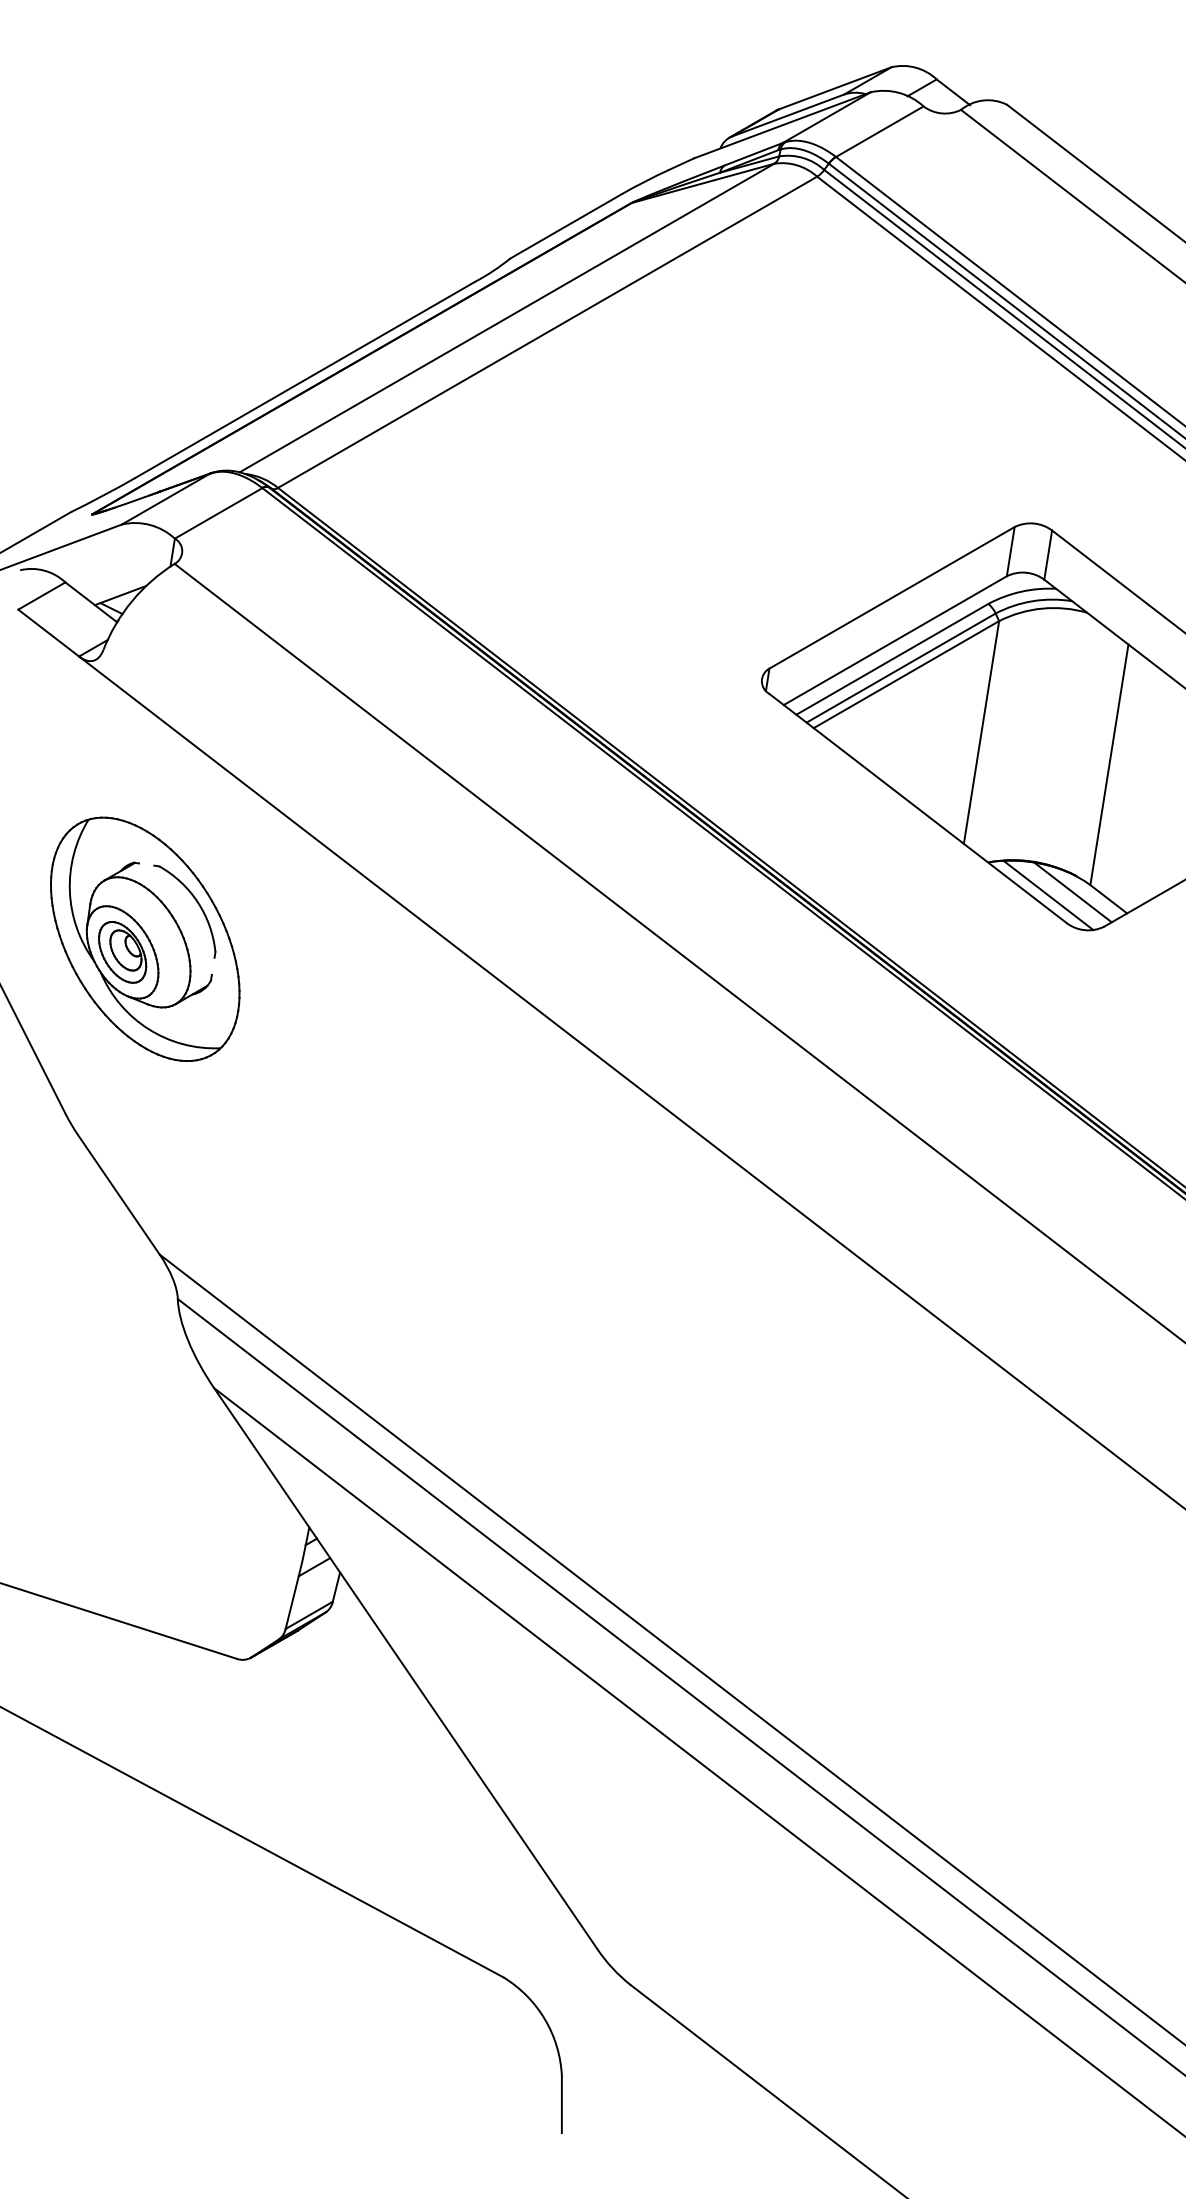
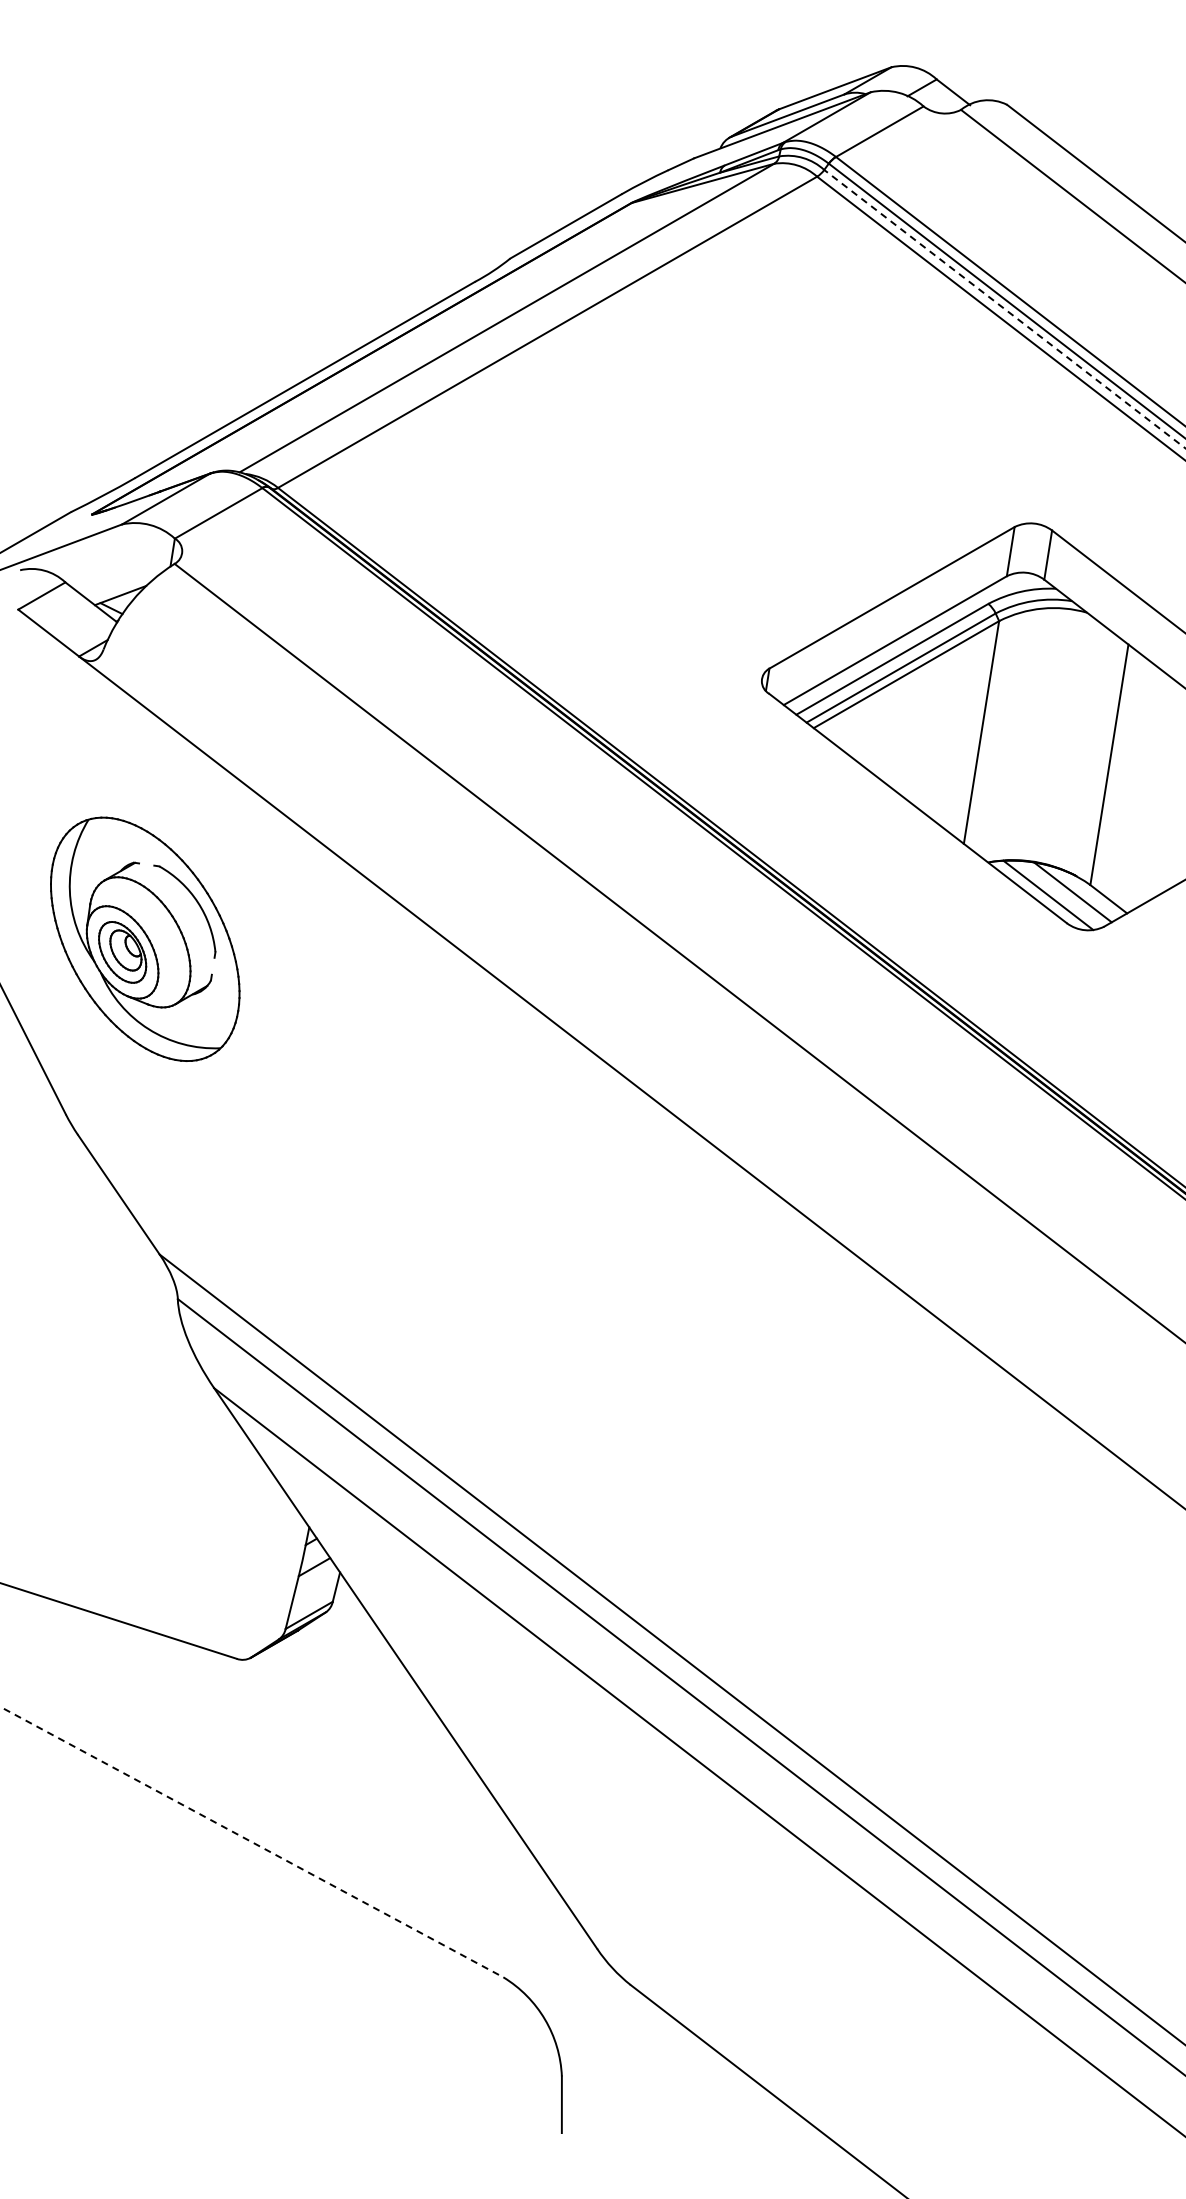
line at (1004, 309): solid -> dashed
line at (252, 1842): solid -> dashed
